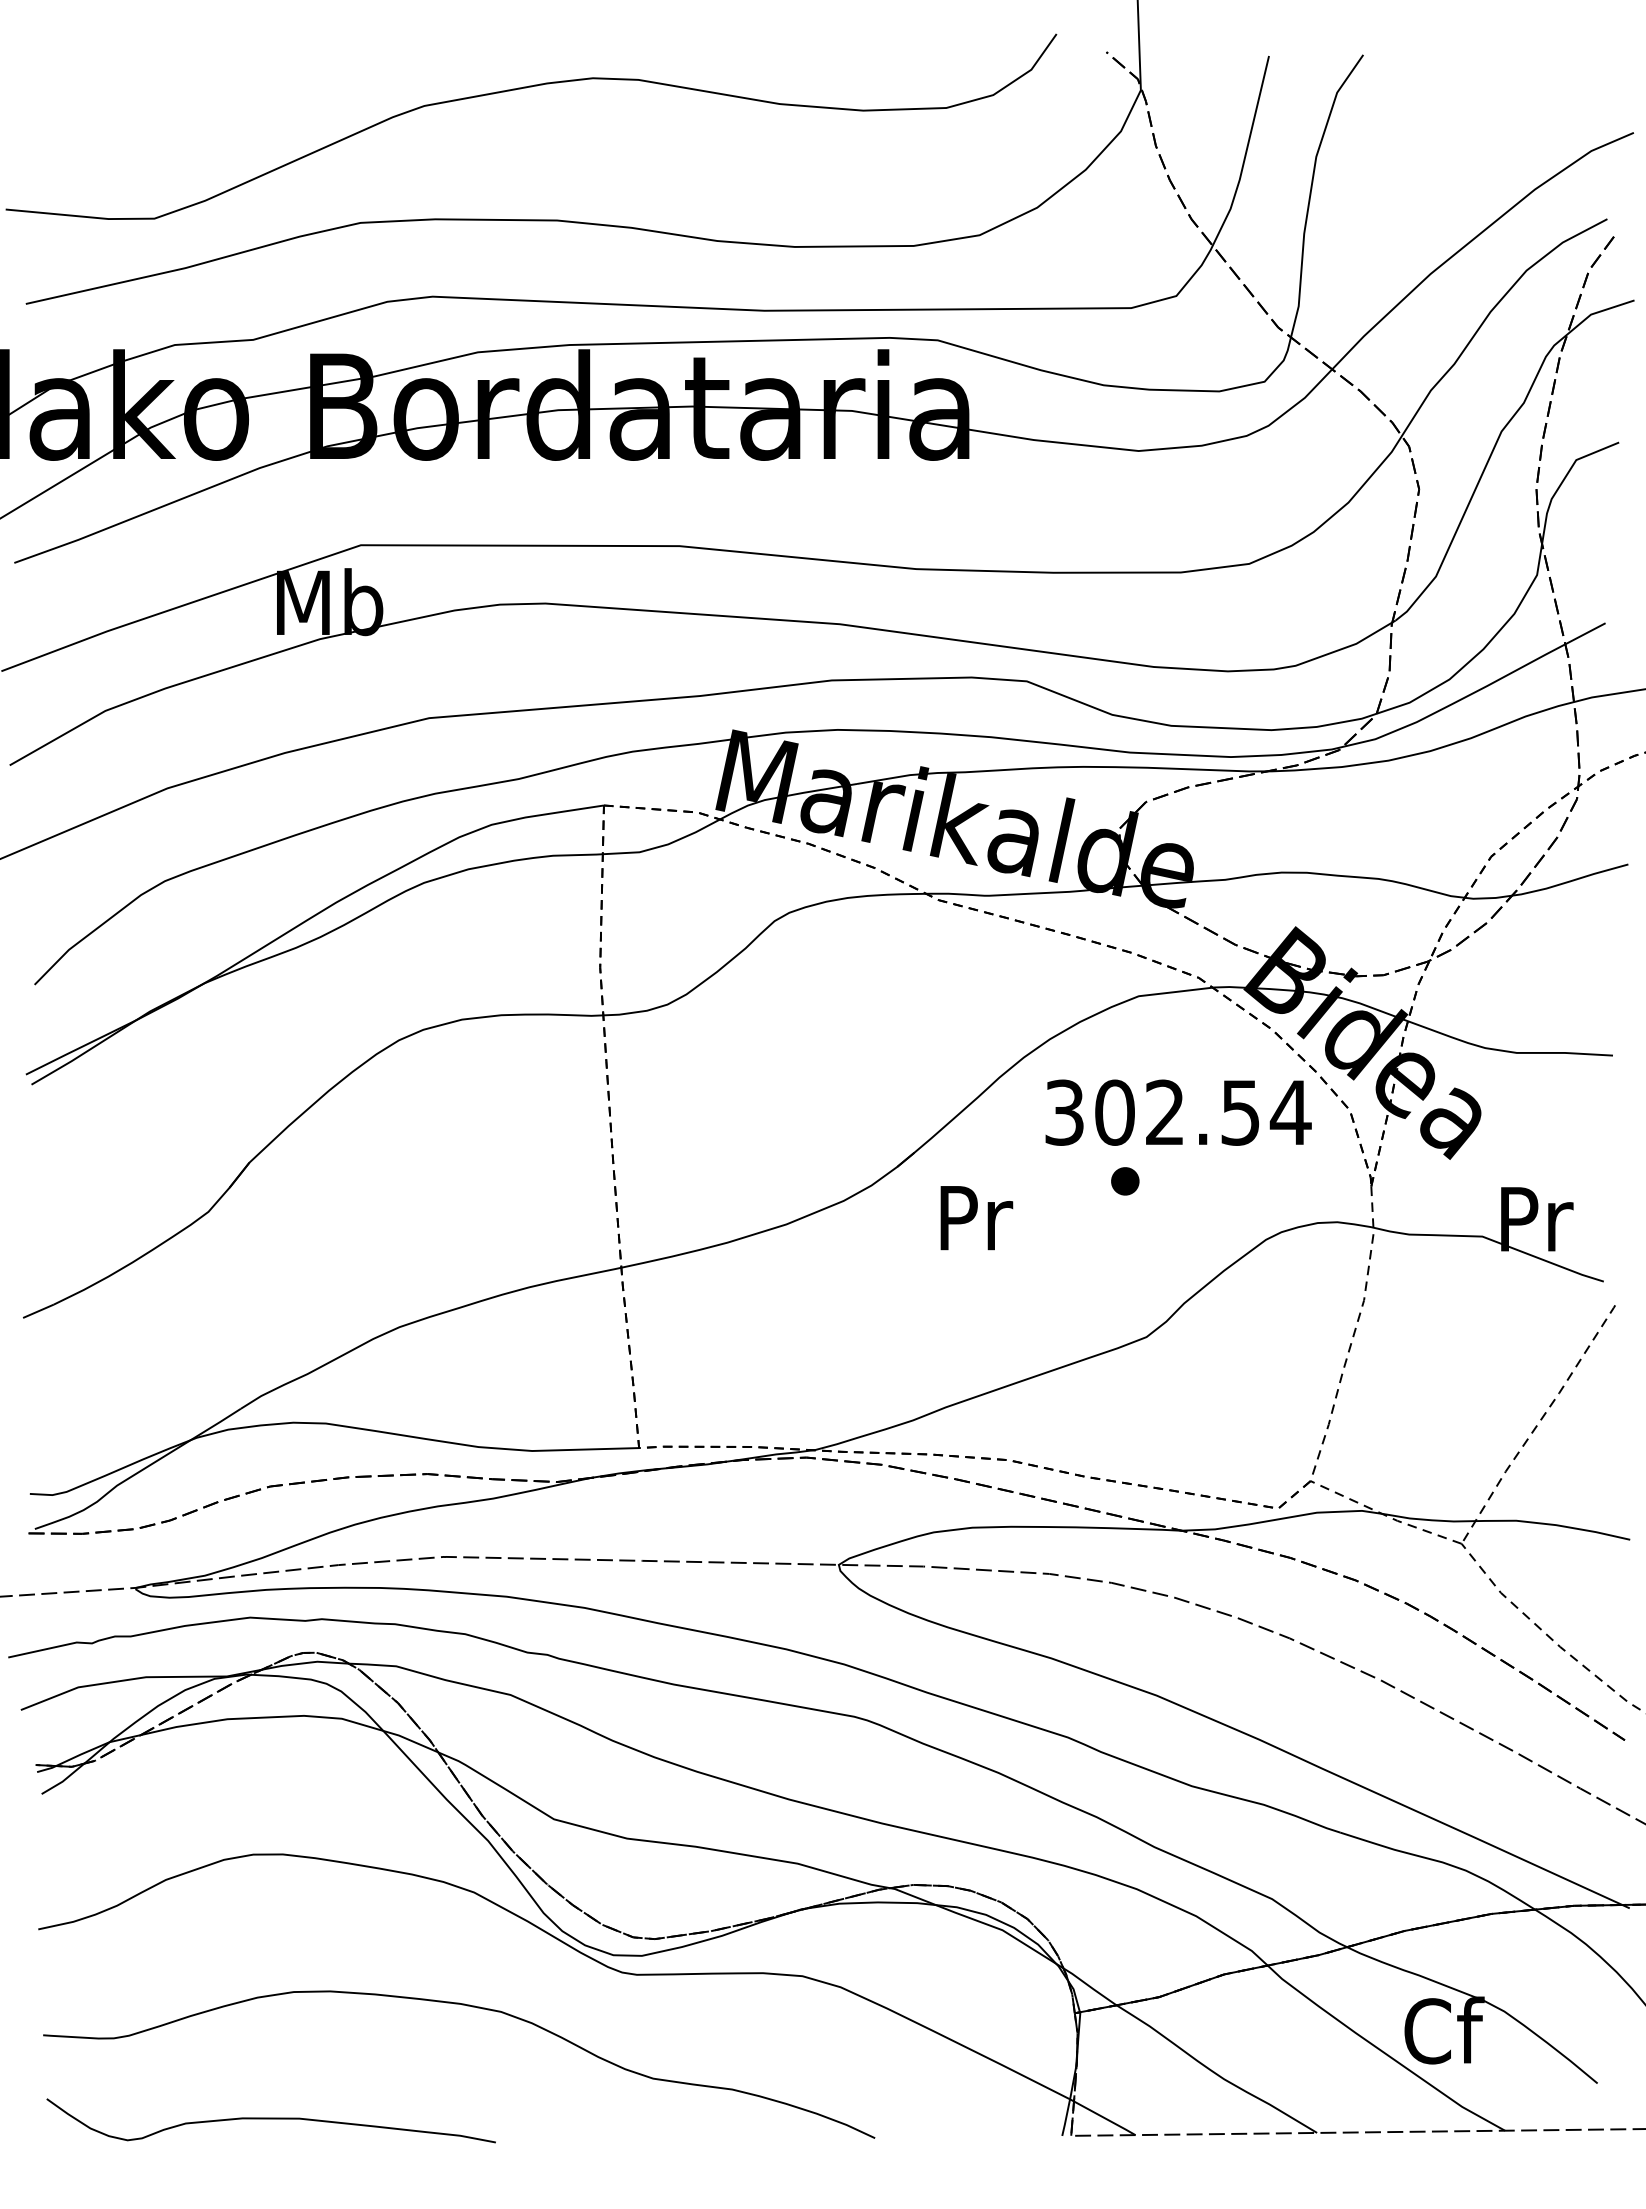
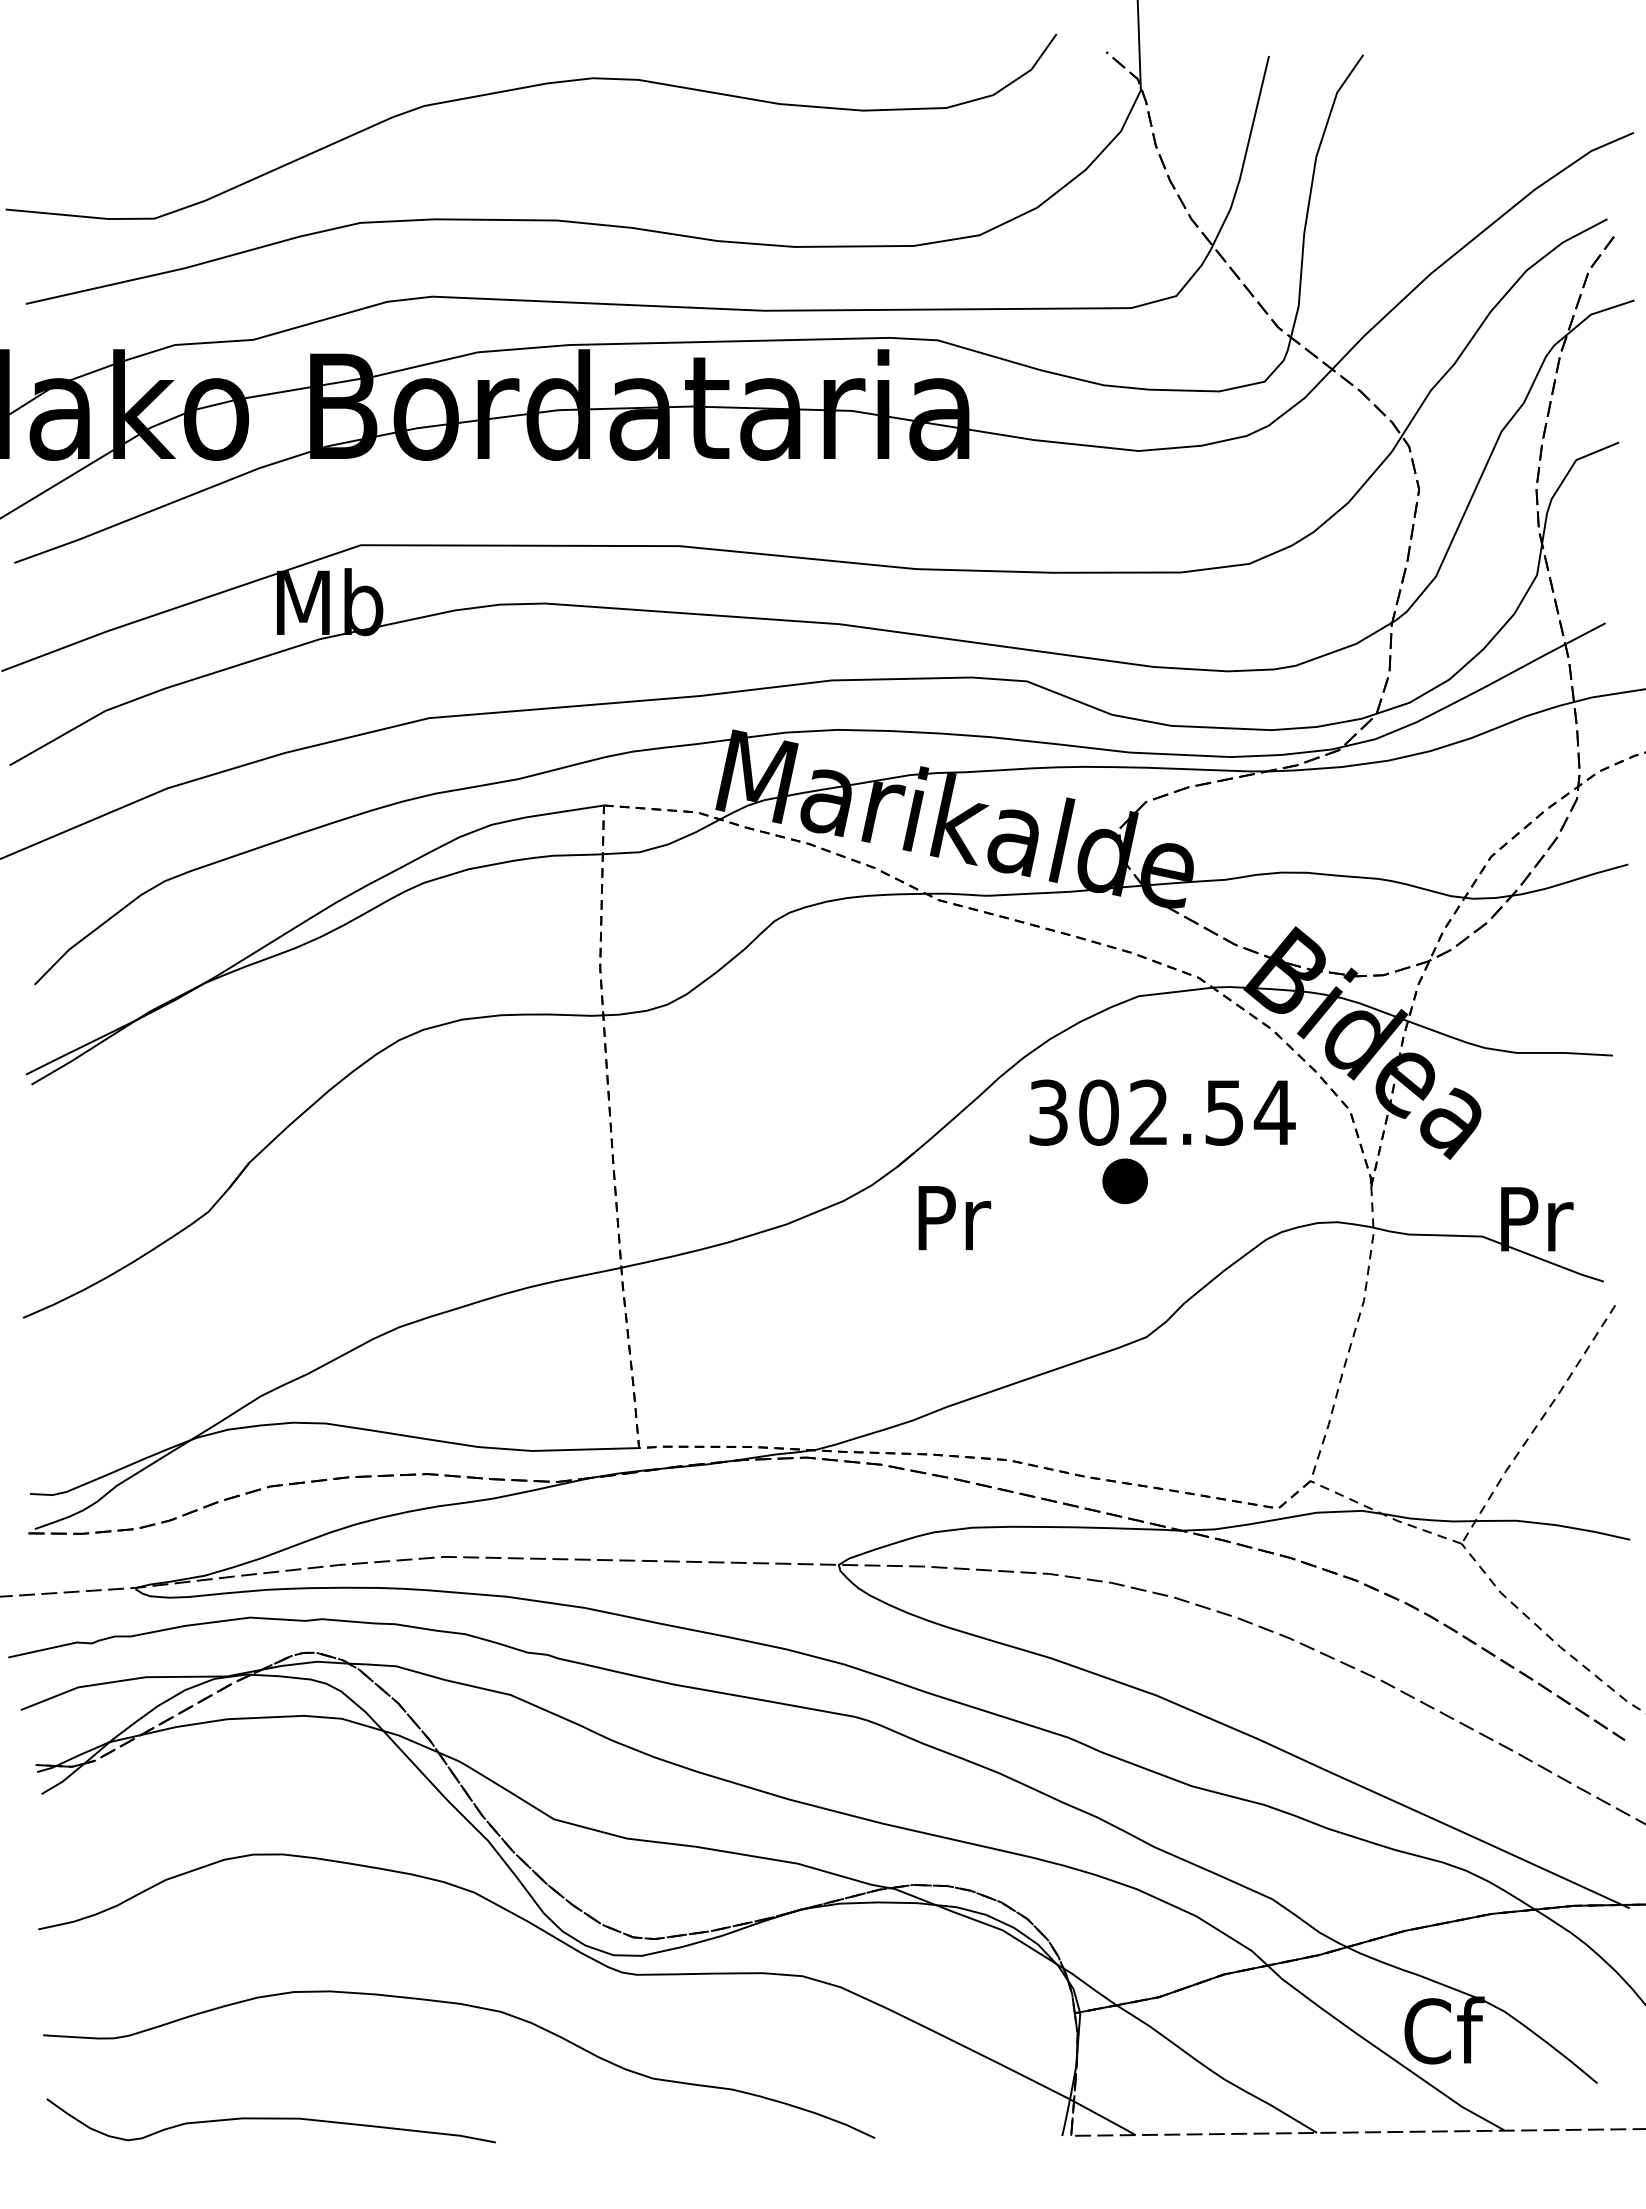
text at (1178, 1112) position: (1178, 1112) -> (1162, 1112)
part at (1125, 1181) size: 29x29 px -> 46x46 px
text at (976, 1218) position: (976, 1218) -> (954, 1218)
